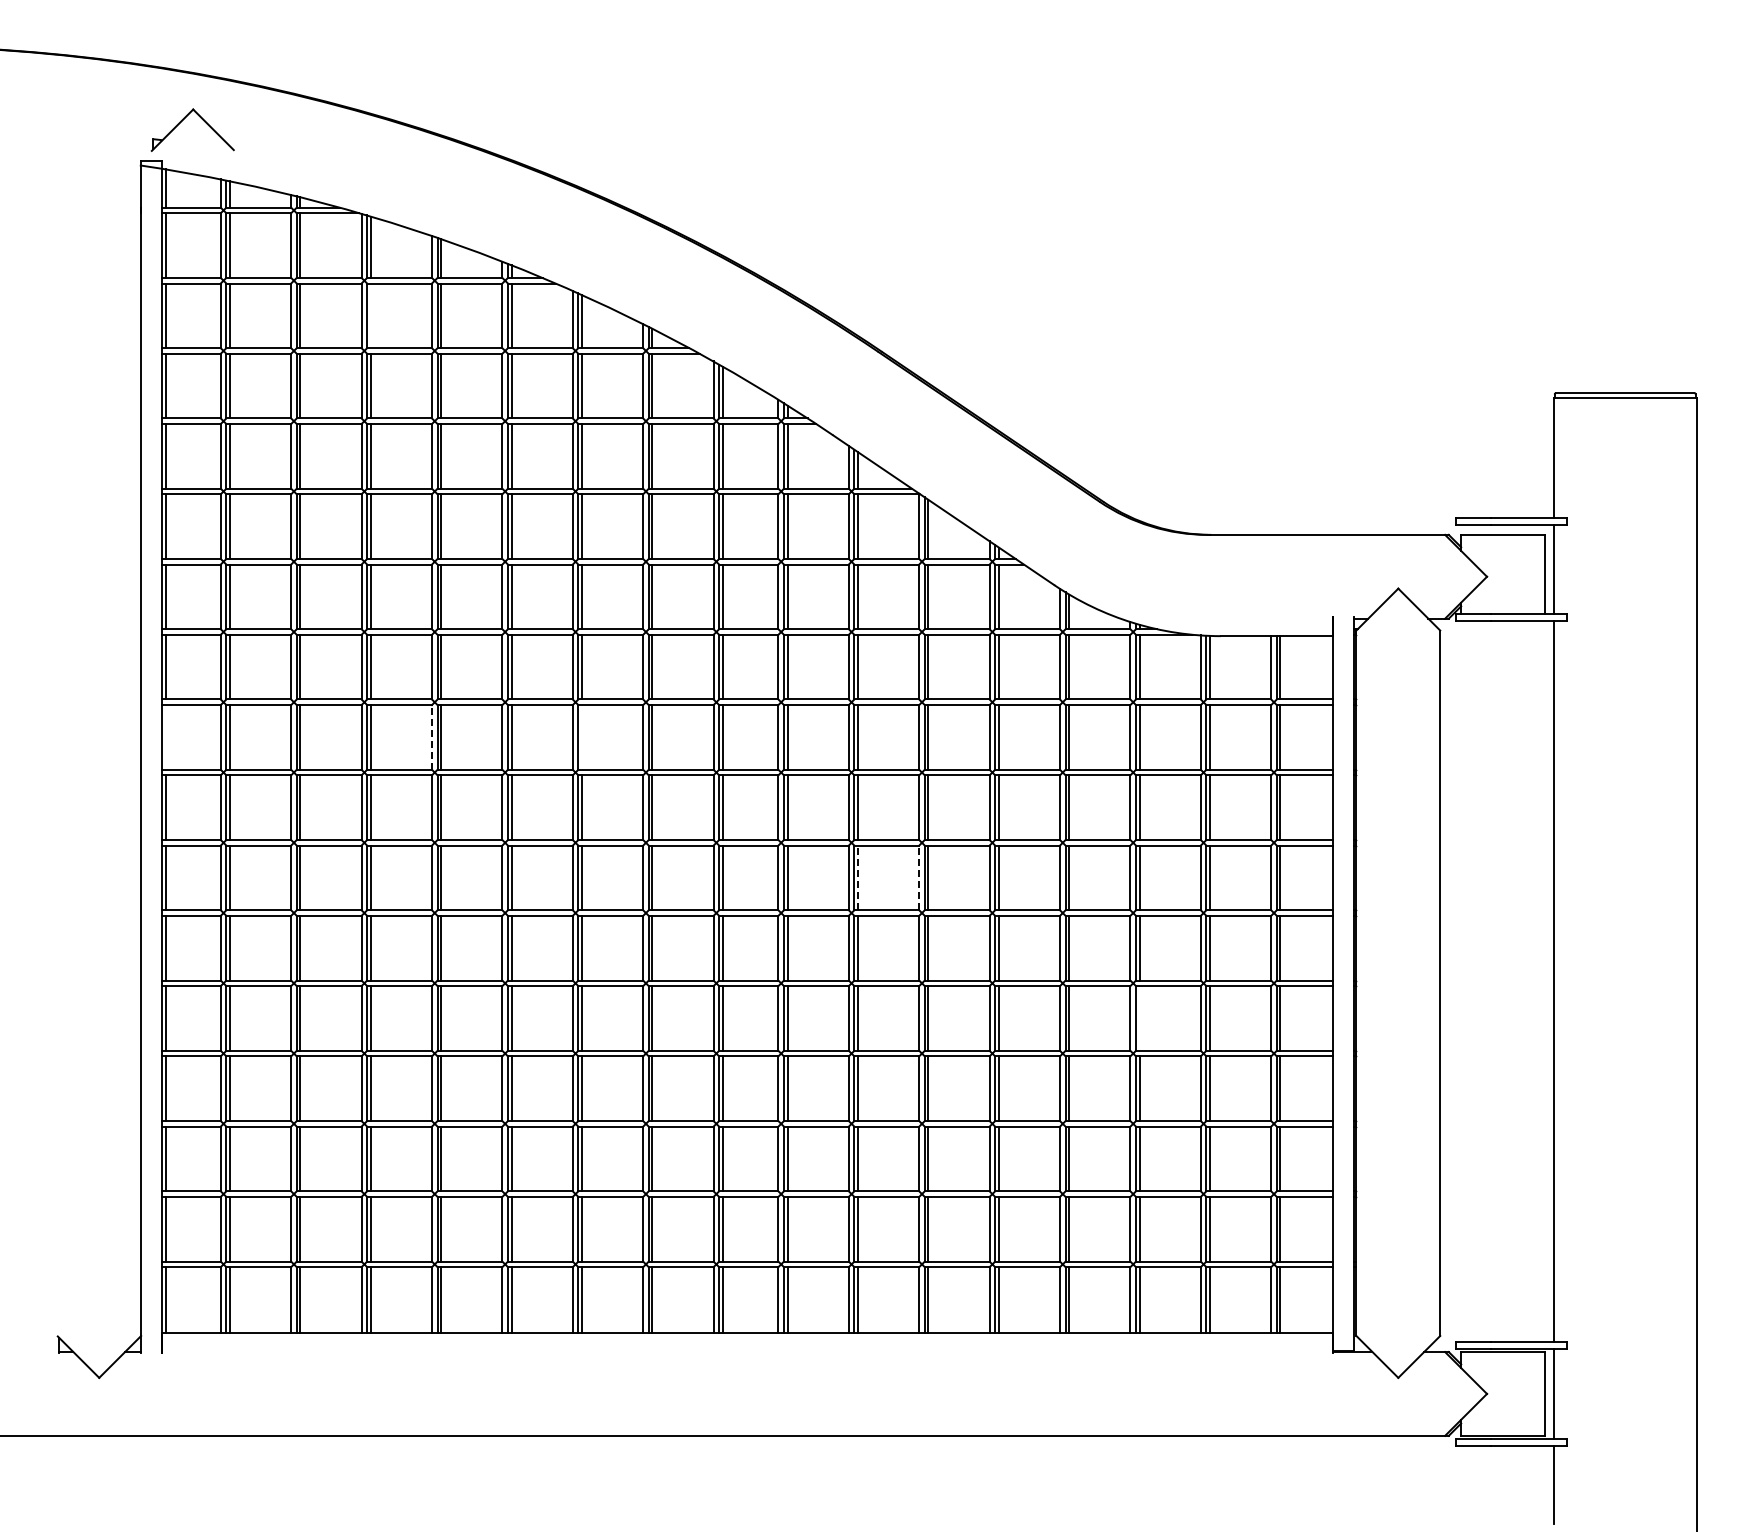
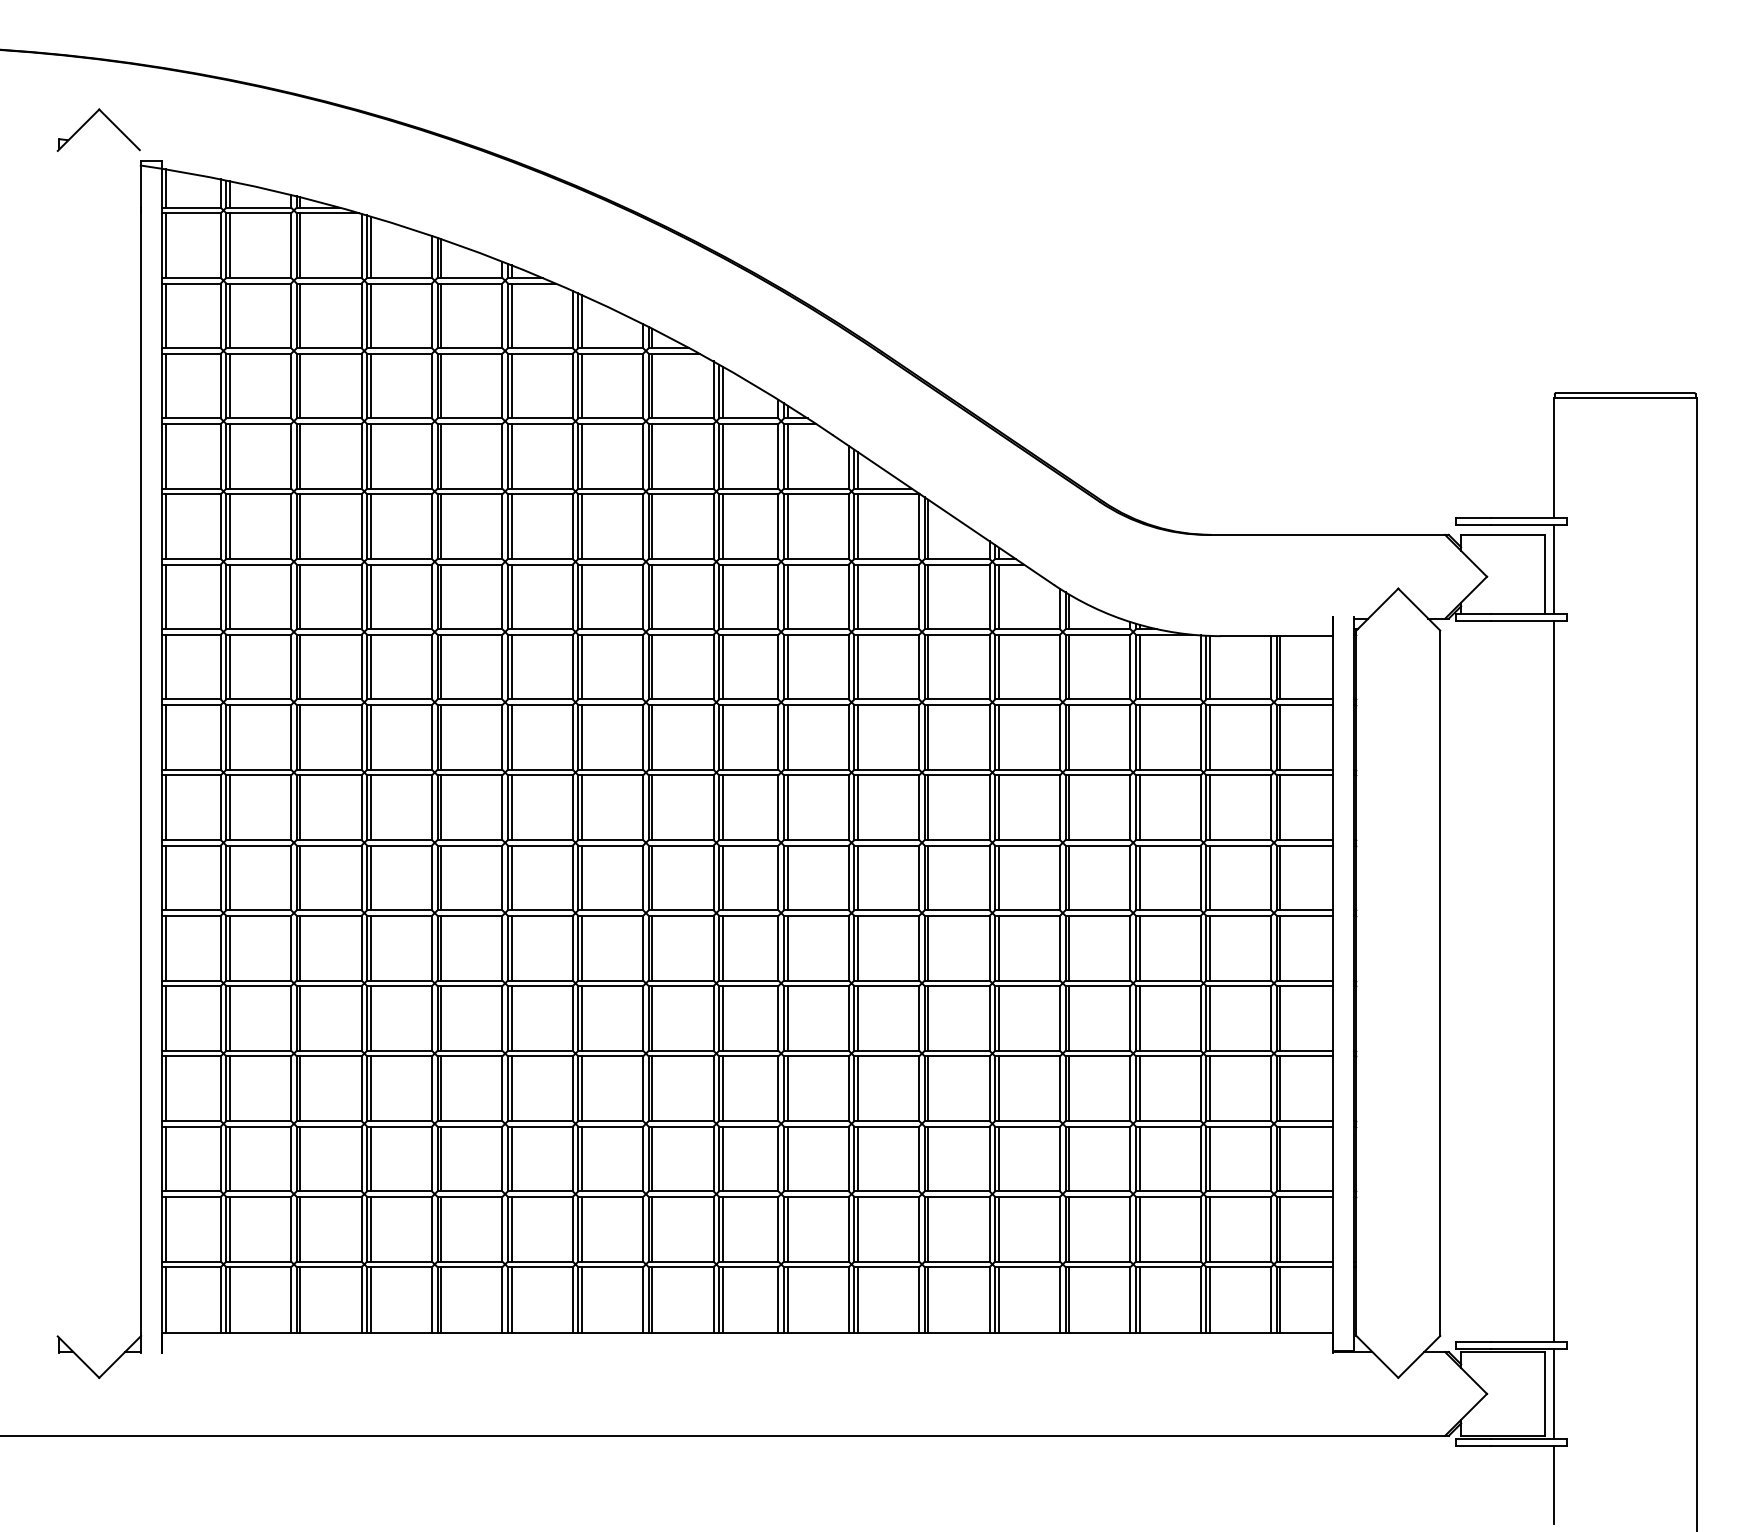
part at (183, 120) position: (183, 120) -> (89, 120)
line at (370, 315): none -> present
line at (431, 736): dashed -> solid
line at (165, 737): none -> present
line at (582, 737): none -> present
line at (858, 877): dashed -> solid
line at (919, 877): dashed -> solid
line at (1139, 1018): none -> present
